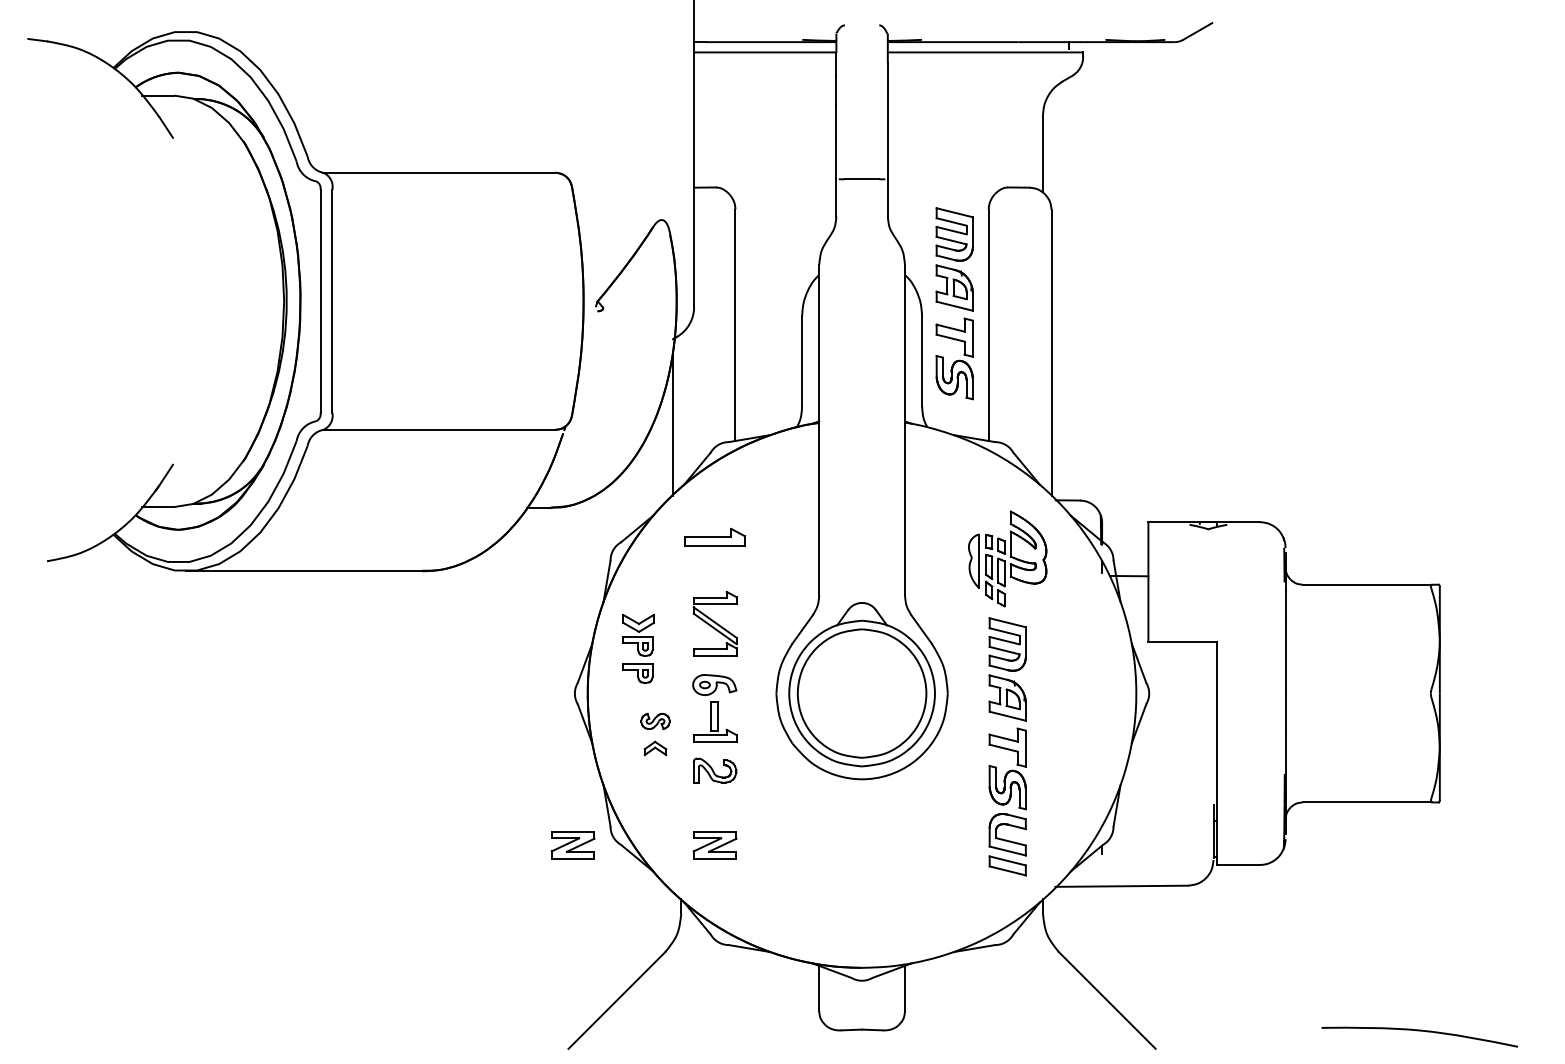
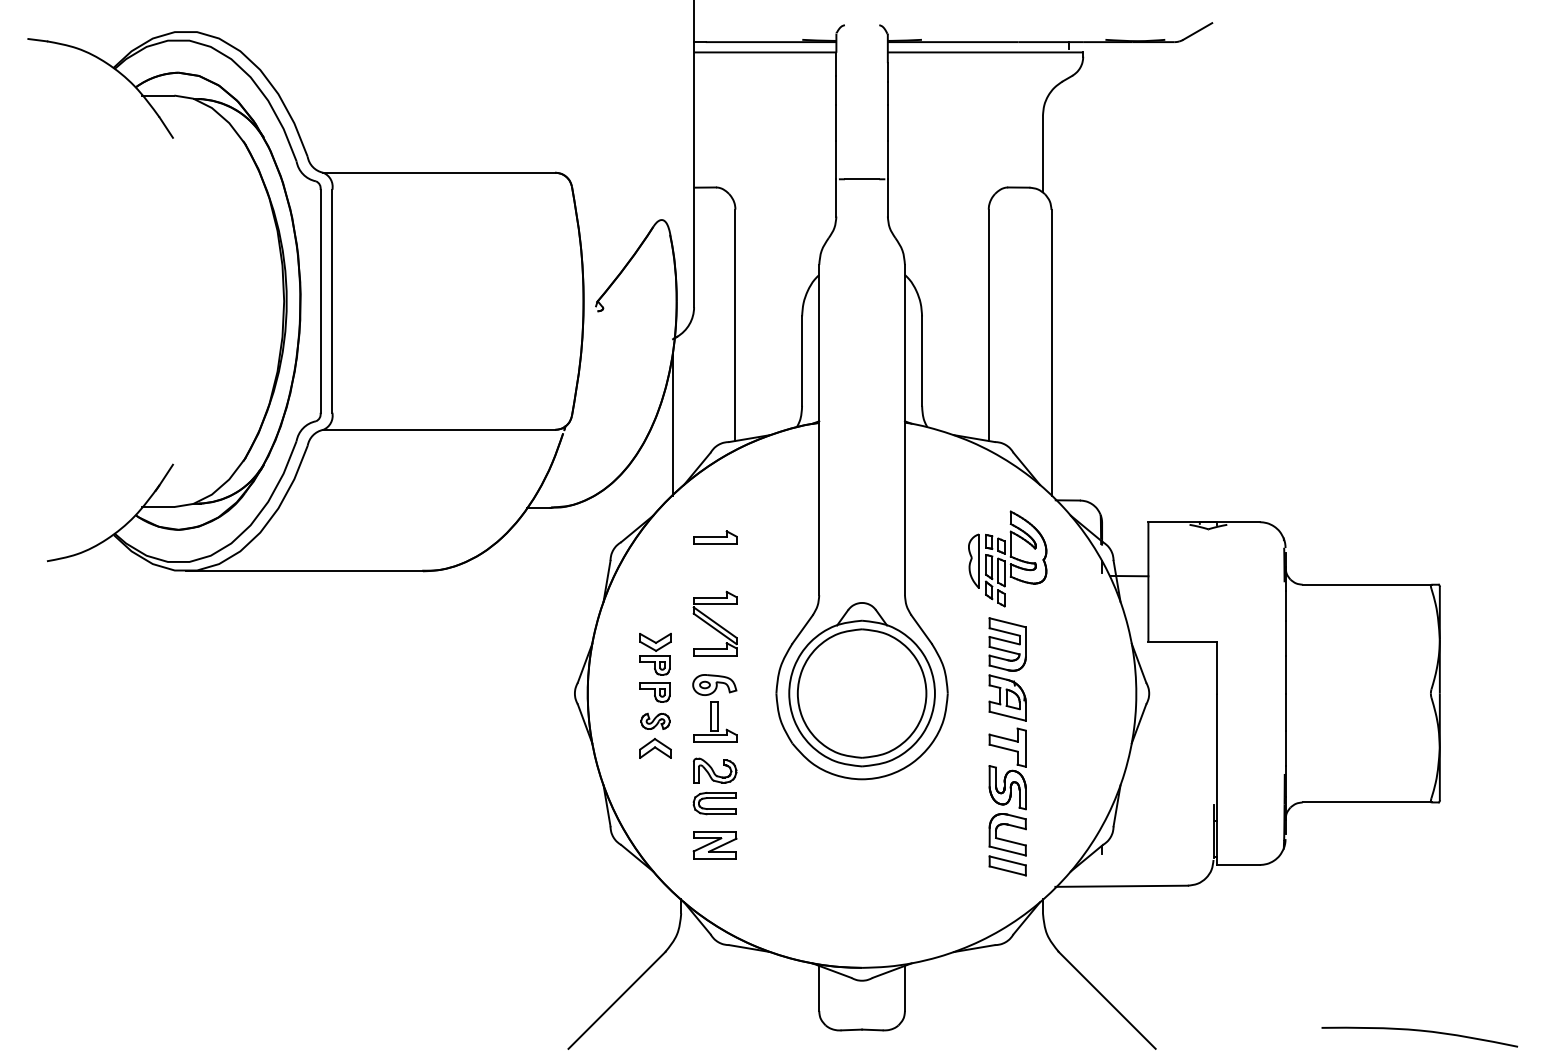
part at (954, 303): present -> none
part at (714, 537) size: 62x19 px -> 45x15 px
part at (638, 648) position: (638, 648) -> (655, 667)
part at (655, 748) size: 25x17 px -> 33x21 px
part at (714, 803): none -> present
part at (572, 845): present -> none
